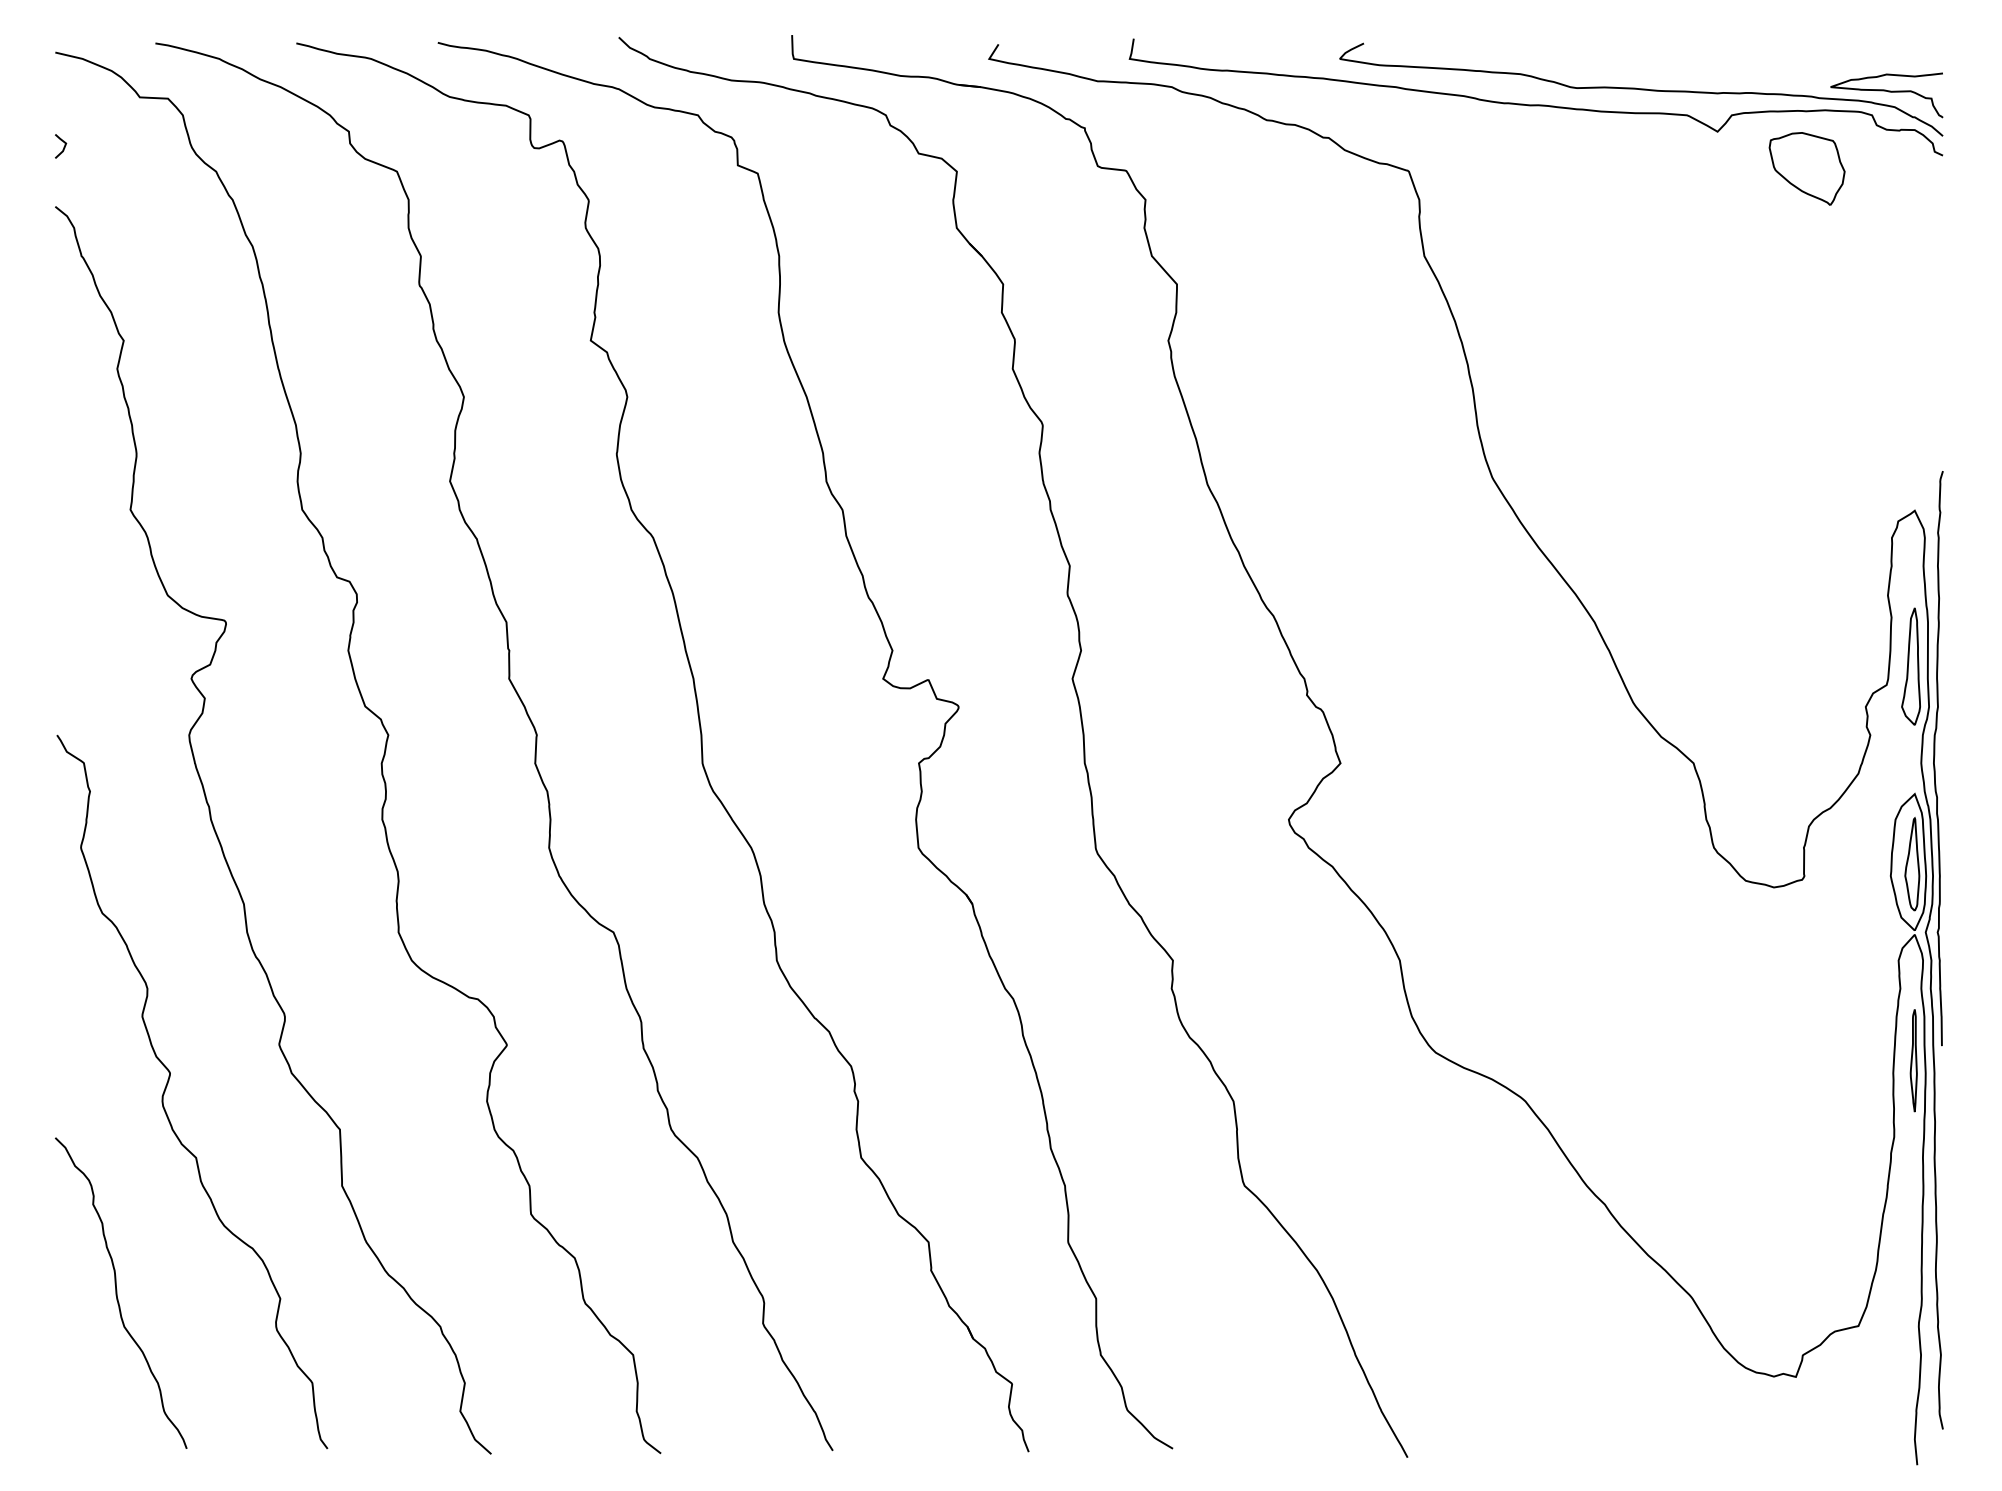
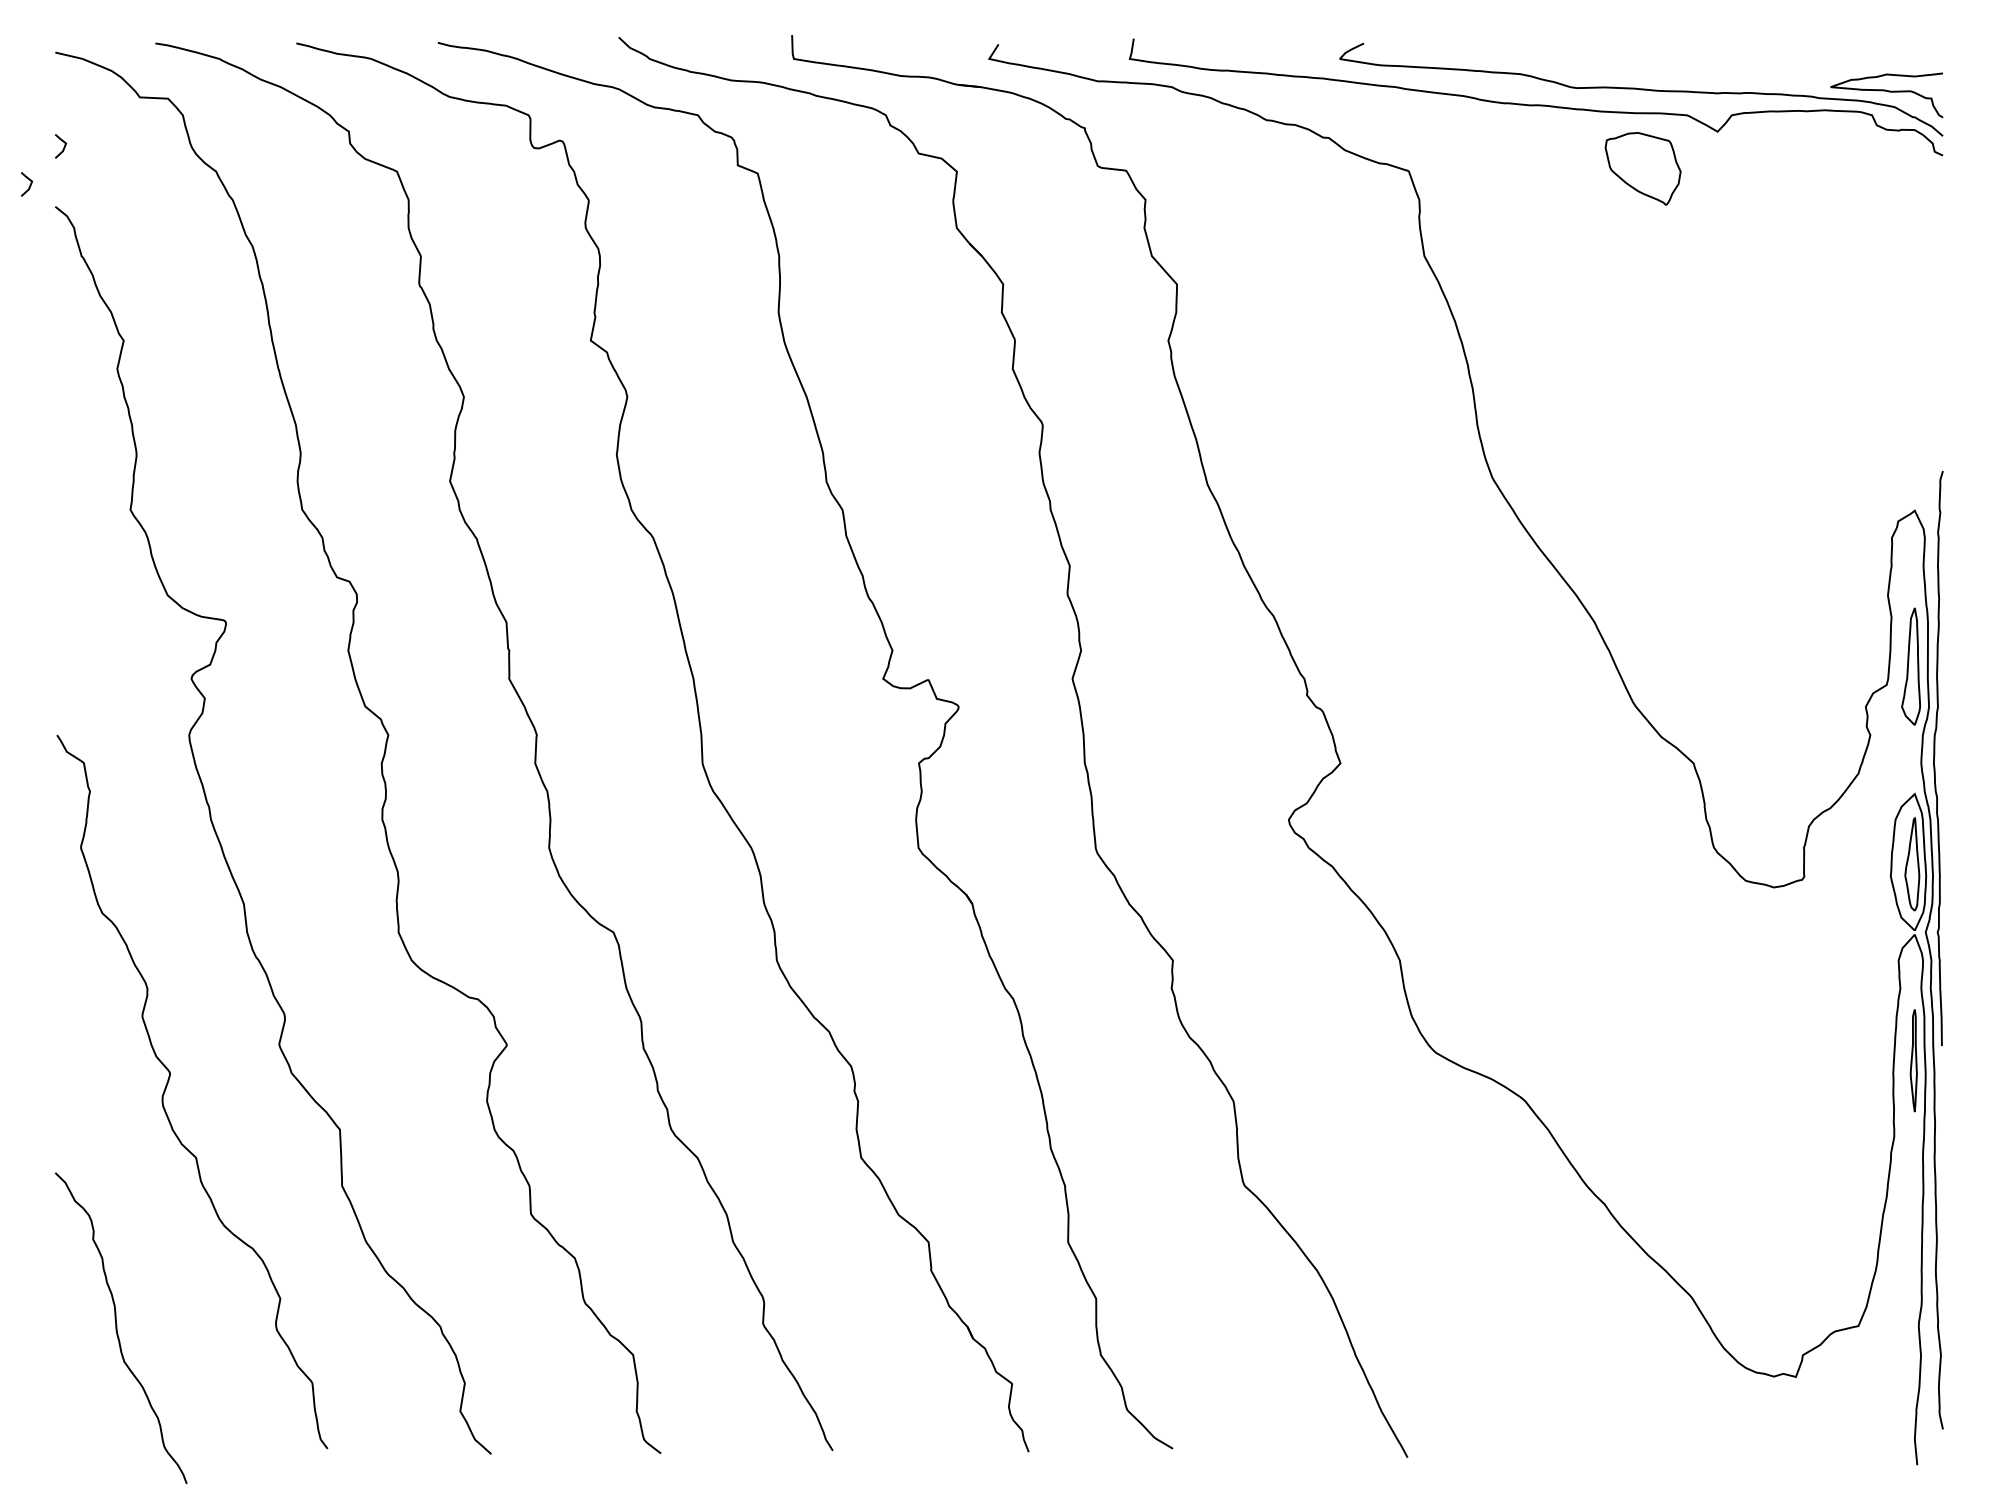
part at (1806, 168) position: (1806, 168) -> (1642, 168)
line at (29, 185): none -> present
curve at (117, 1292) position: (117, 1292) -> (117, 1327)
